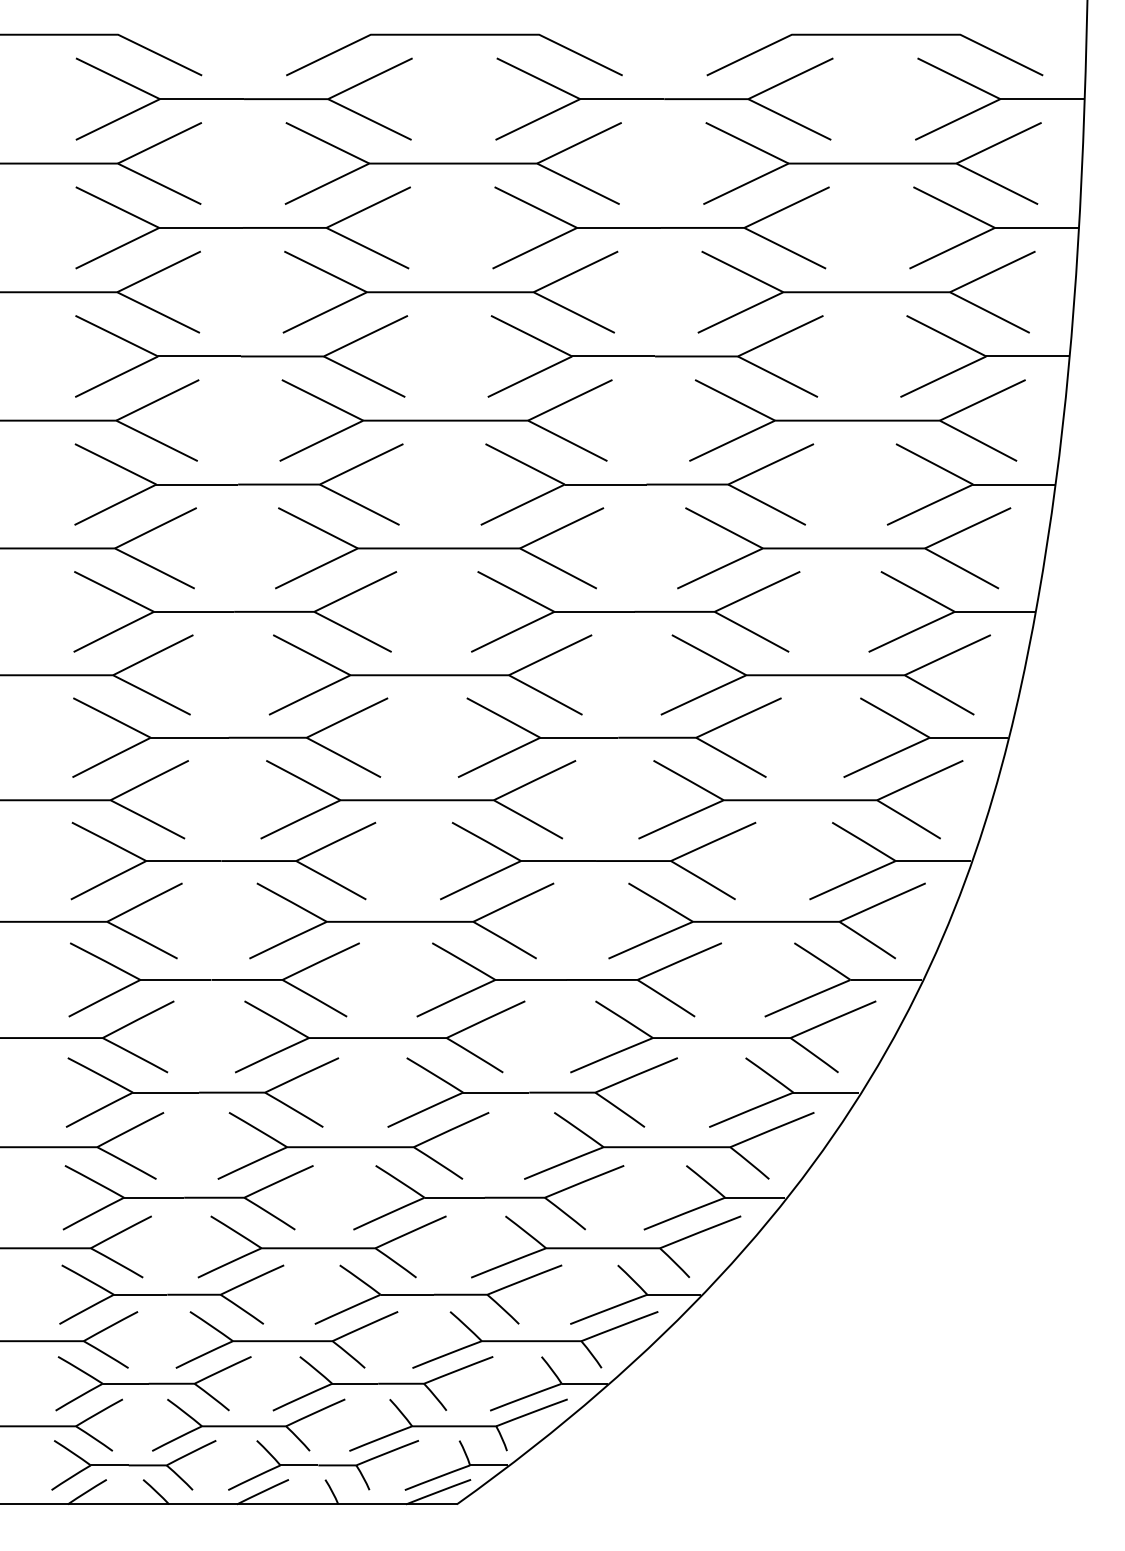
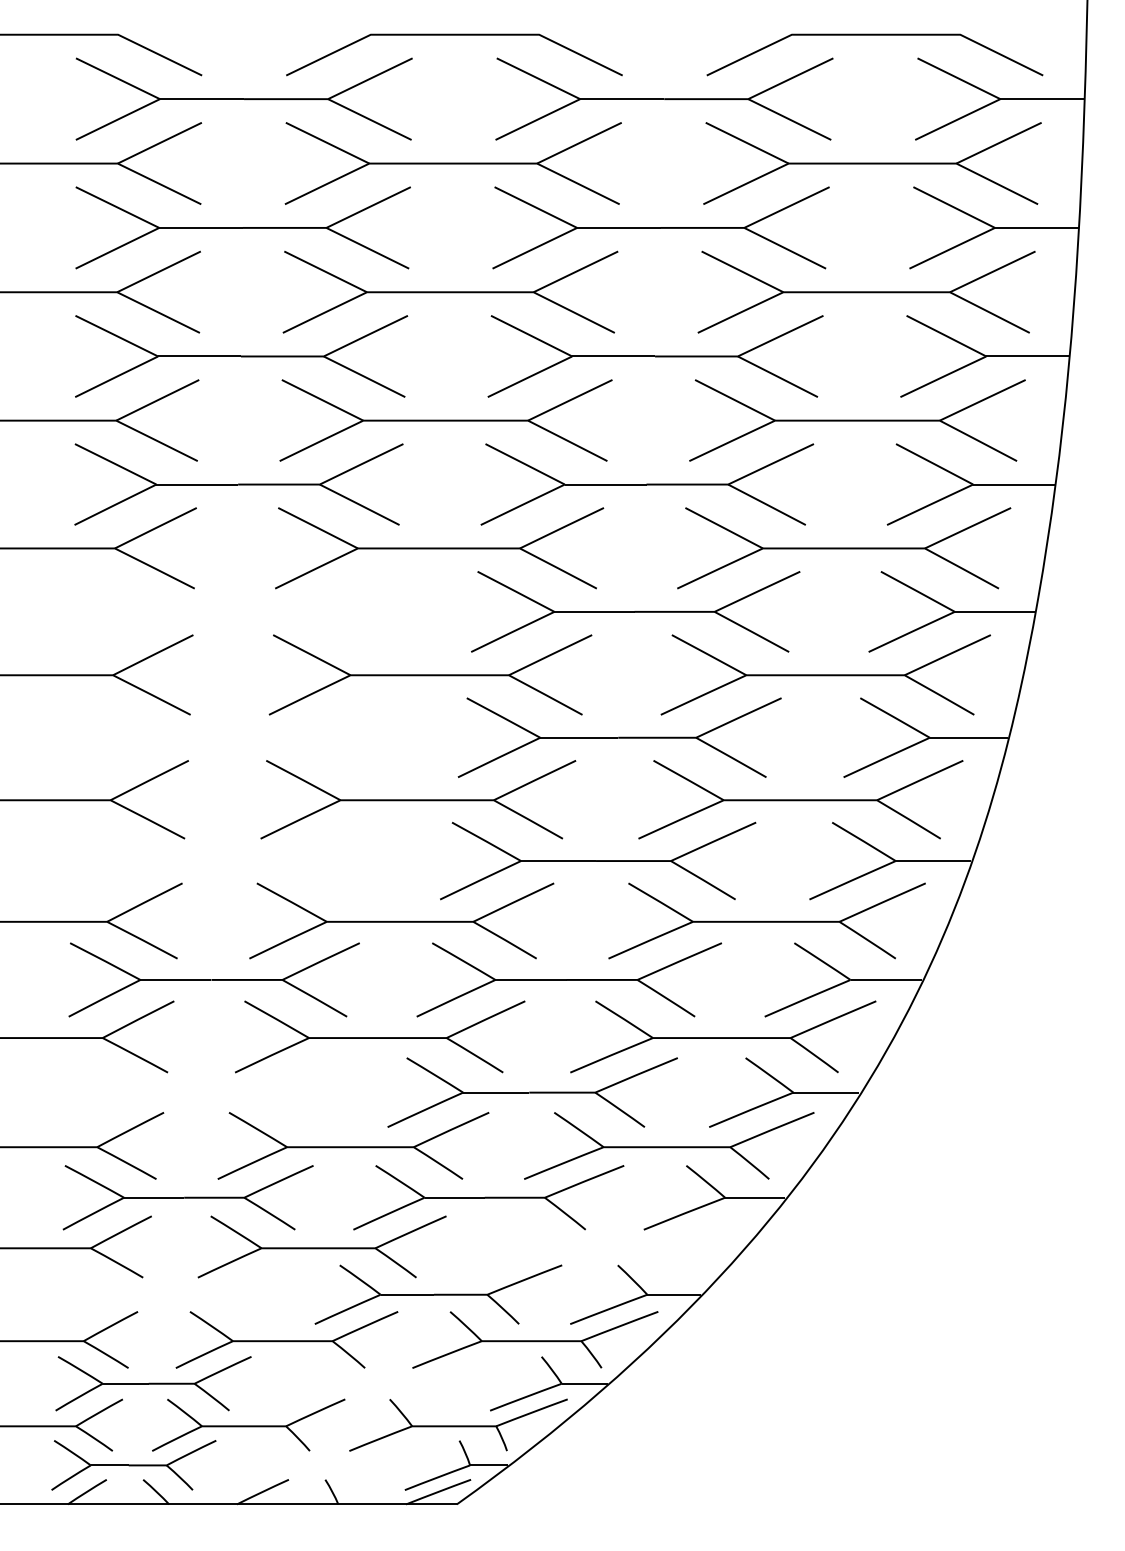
part at (235, 611): present -> none
part at (230, 737): present -> none
part at (223, 860): present -> none
part at (202, 1092): present -> none
part at (606, 1246): present -> none
part at (171, 1294): present -> none
part at (382, 1383): present -> none
part at (323, 1465): present -> none
